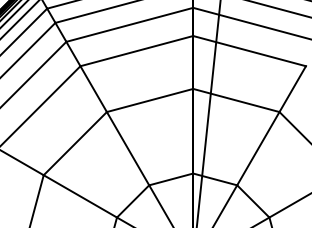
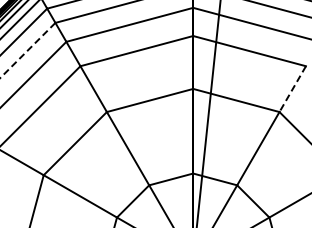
line at (27, 50): solid -> dashed
line at (292, 89): solid -> dashed
